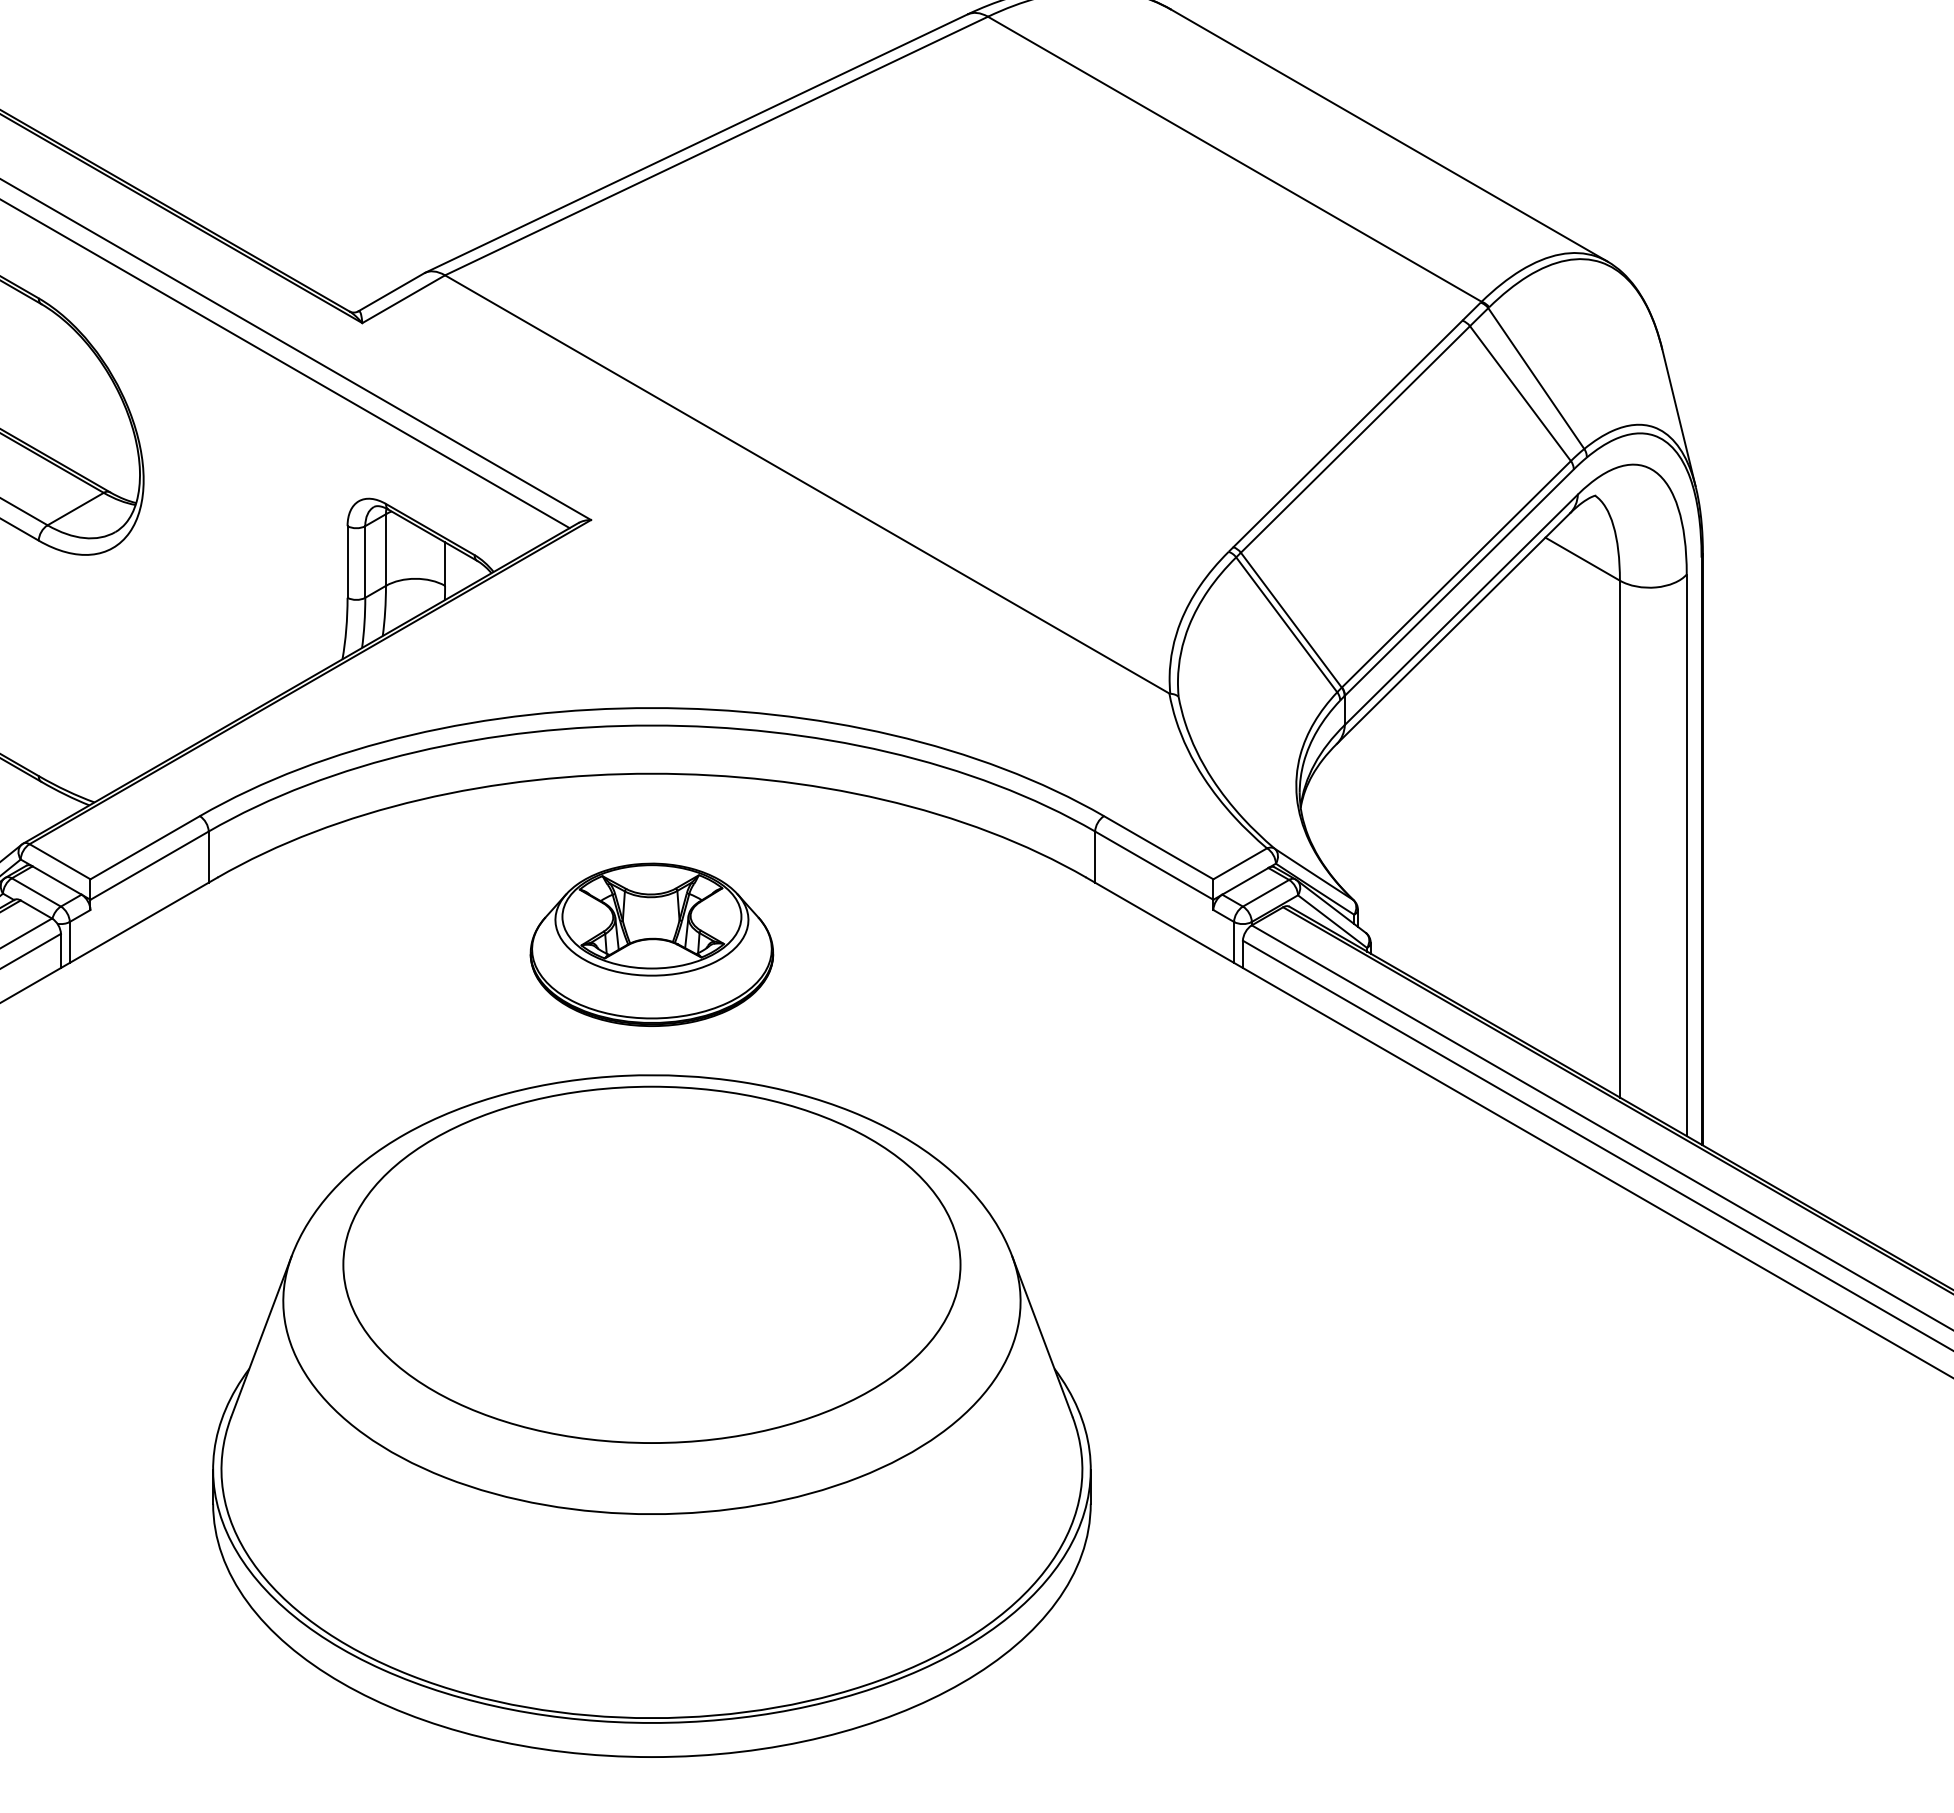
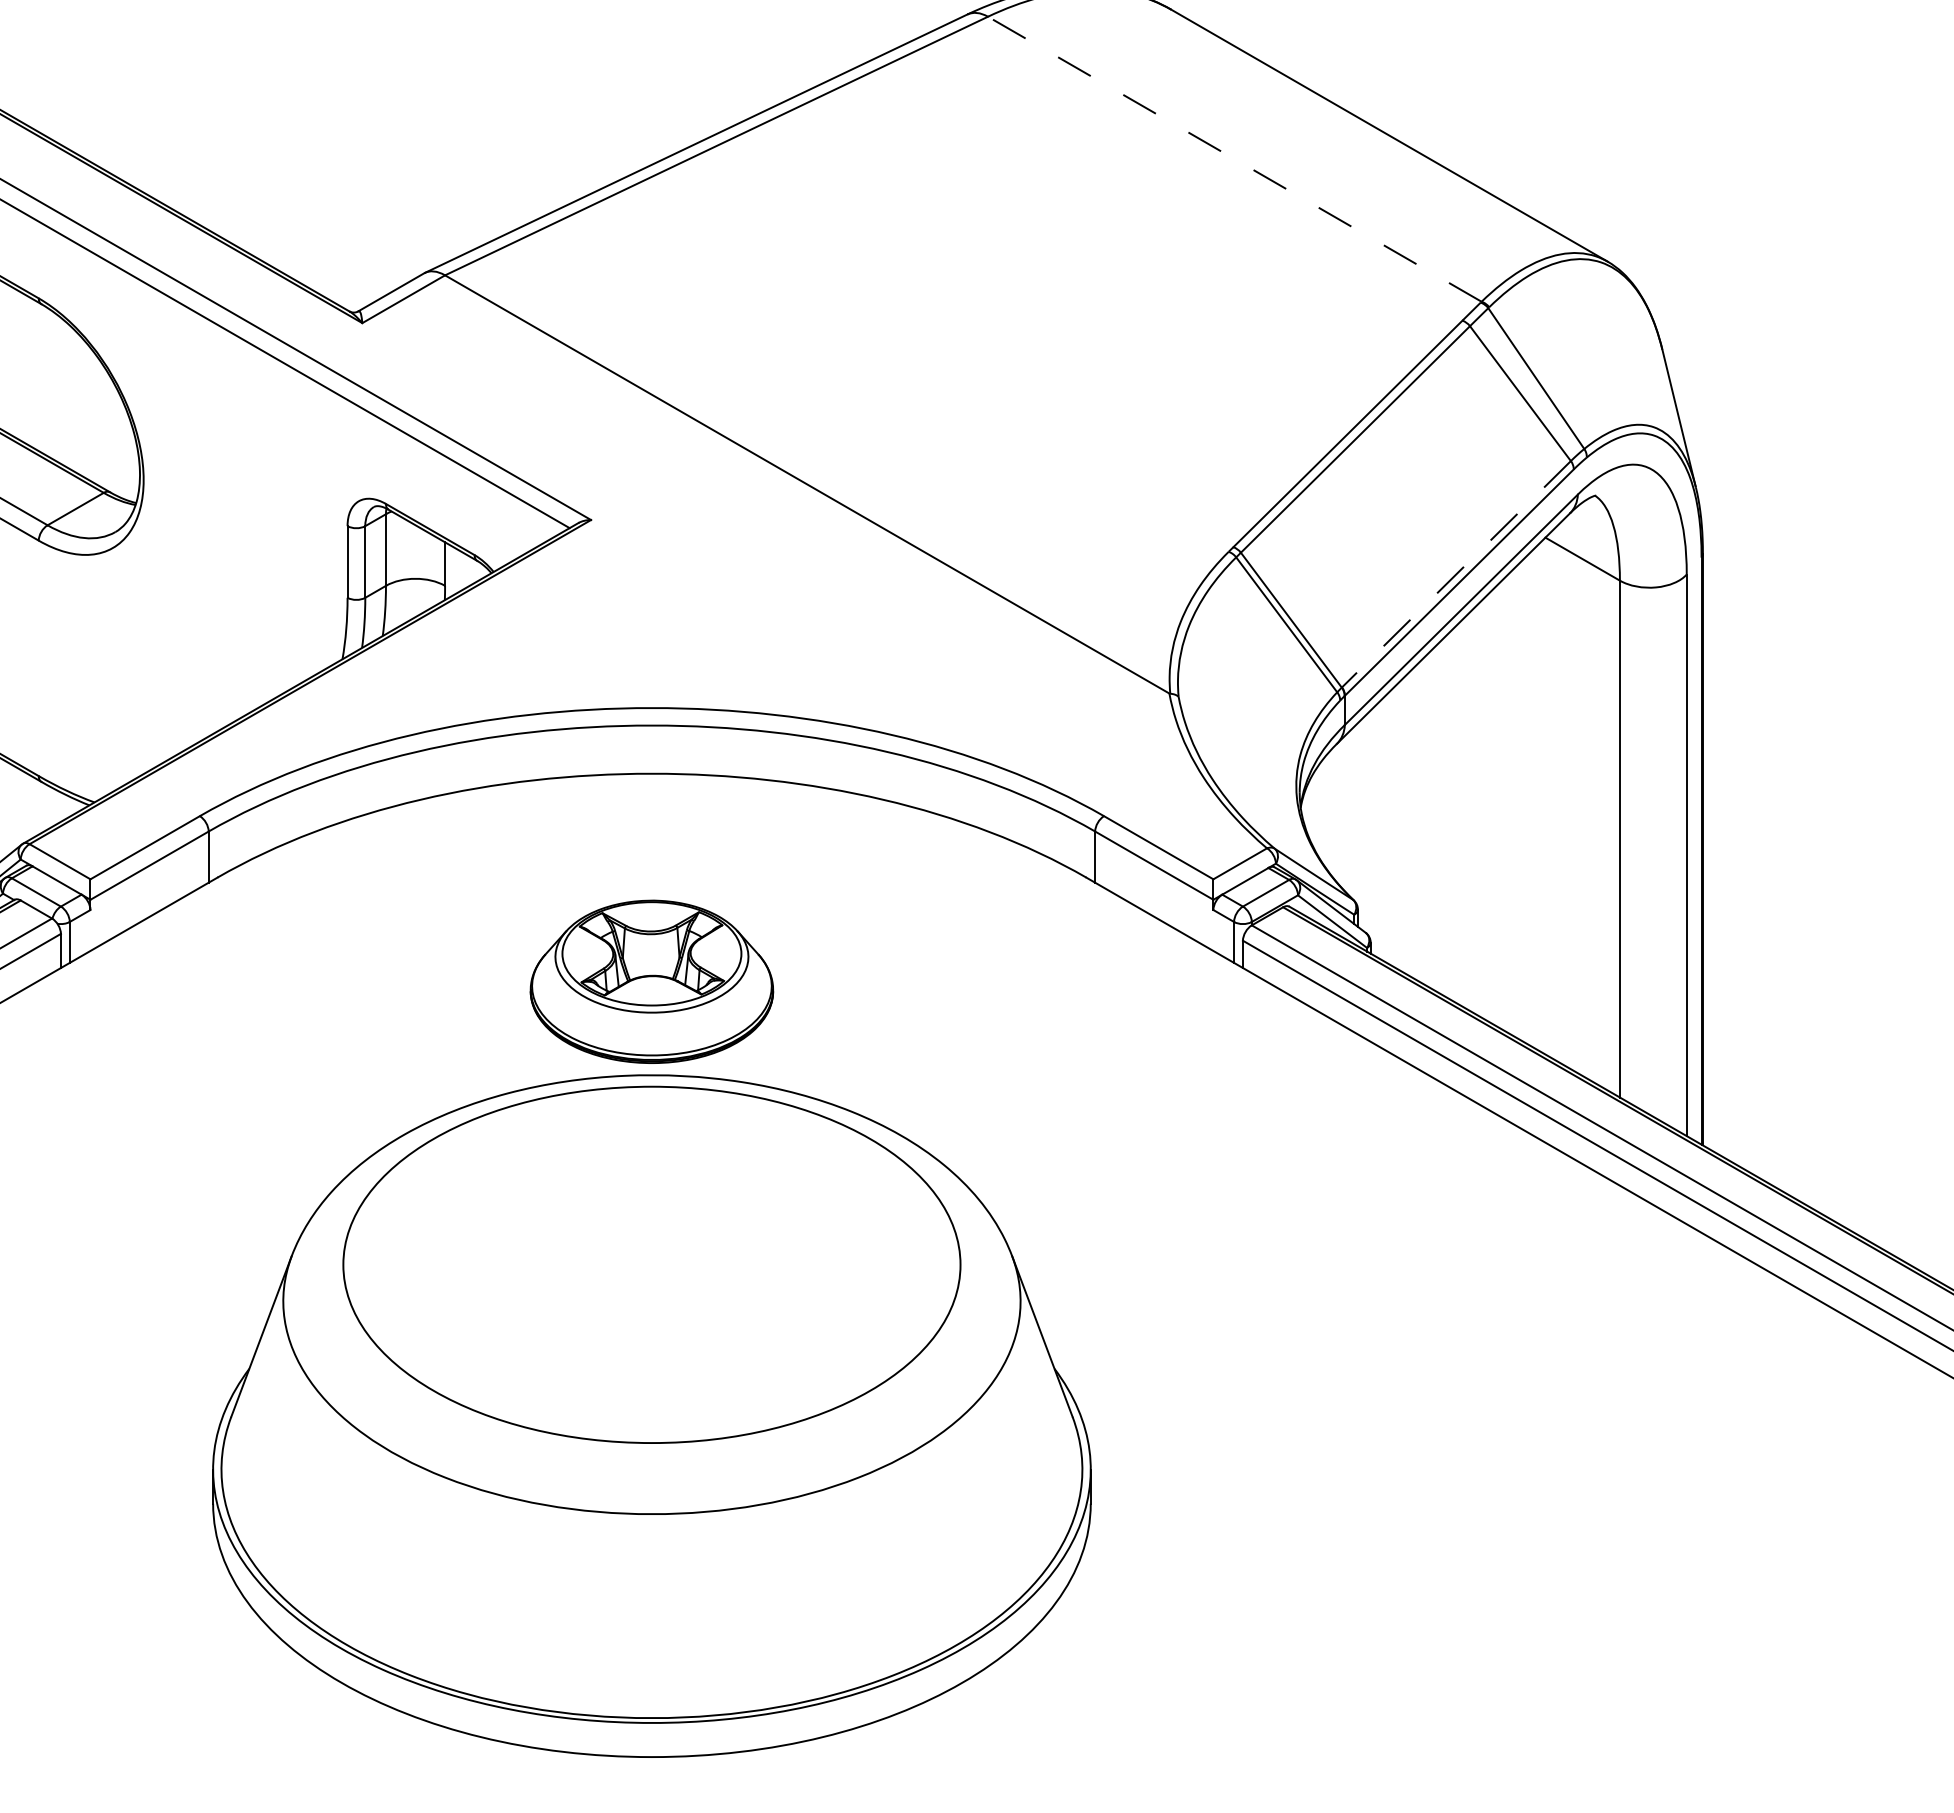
line at (1234, 159): solid -> dashed
line at (1456, 574): solid -> dashed
part at (651, 944) position: (651, 944) -> (651, 981)
